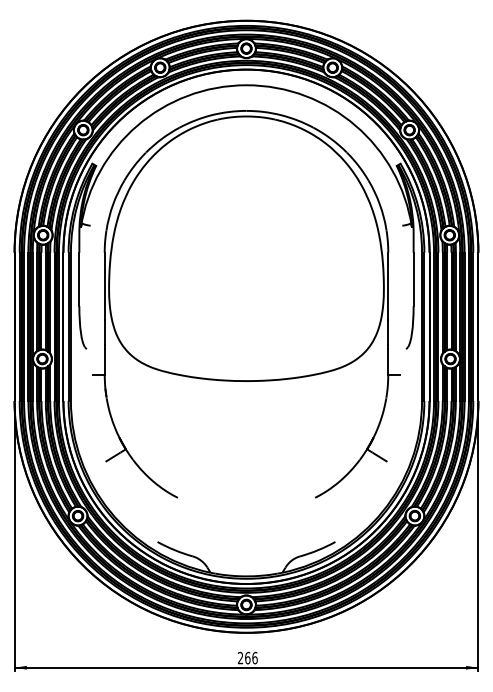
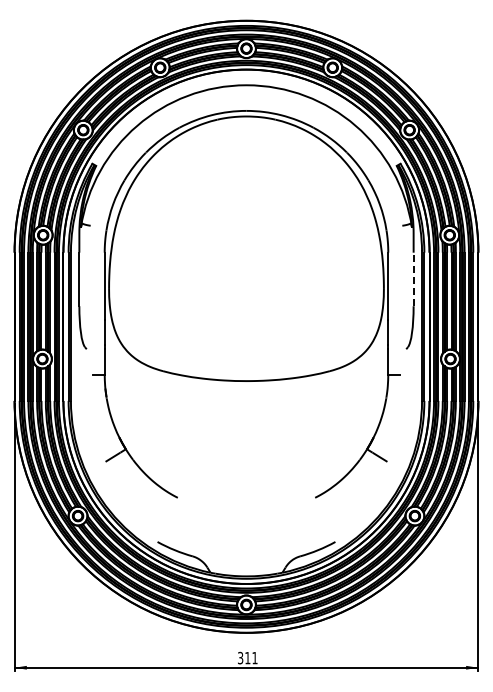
line at (413, 279): solid -> dashed
text at (247, 657): 266 -> 311
